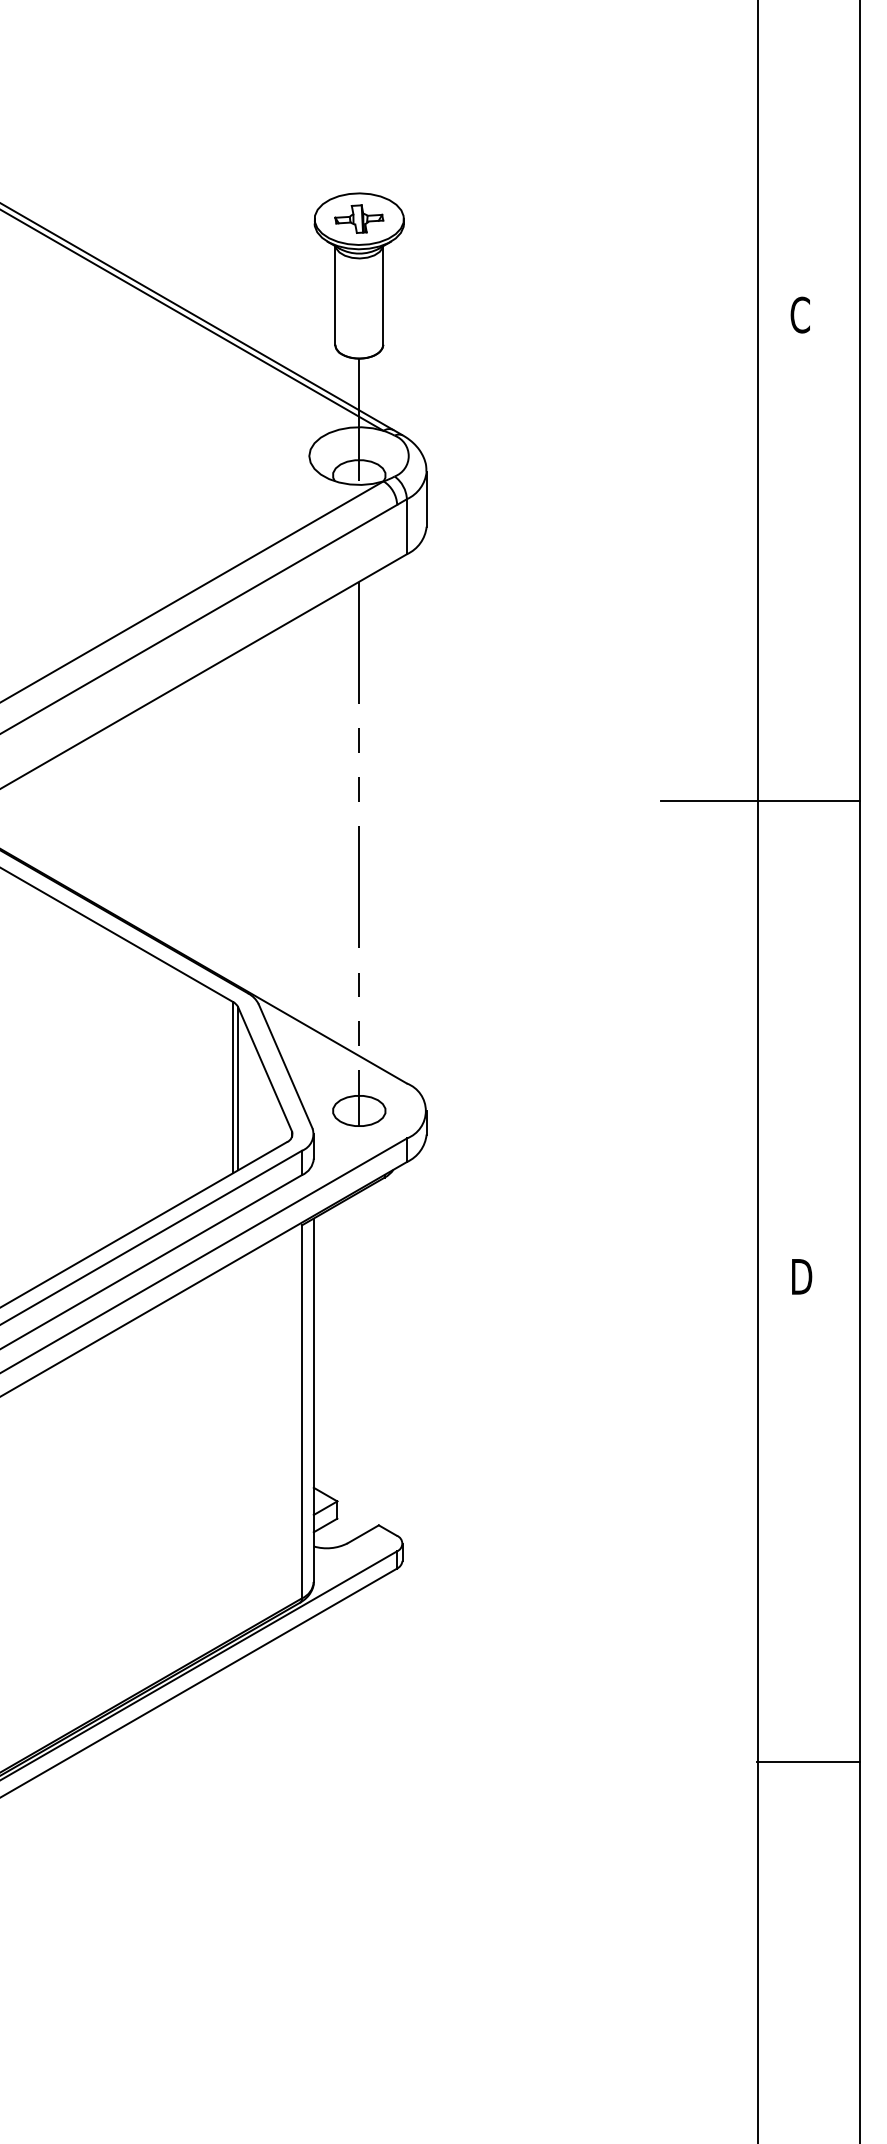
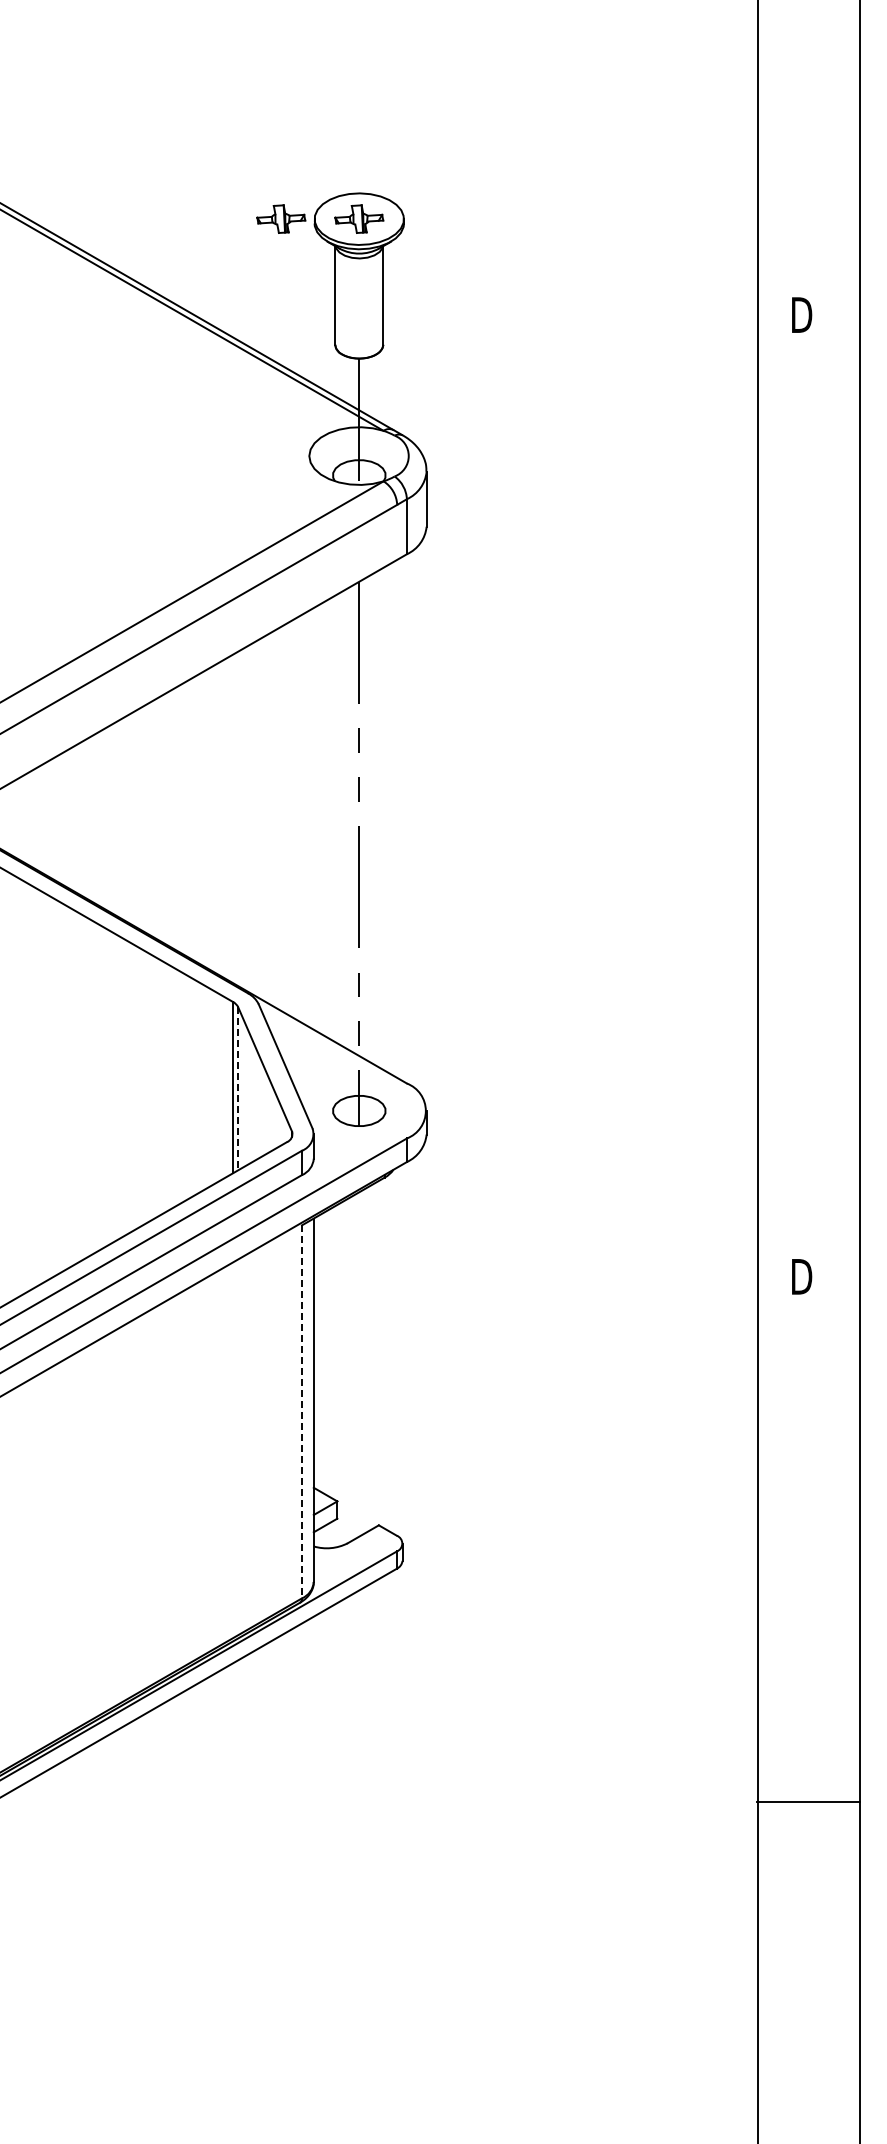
part at (281, 218): none -> present
text at (801, 314): C -> D
line at (760, 800): present -> none
line at (238, 1088): solid -> dashed
line at (301, 1412): solid -> dashed
line at (808, 1762) position: (808, 1762) -> (808, 1802)
